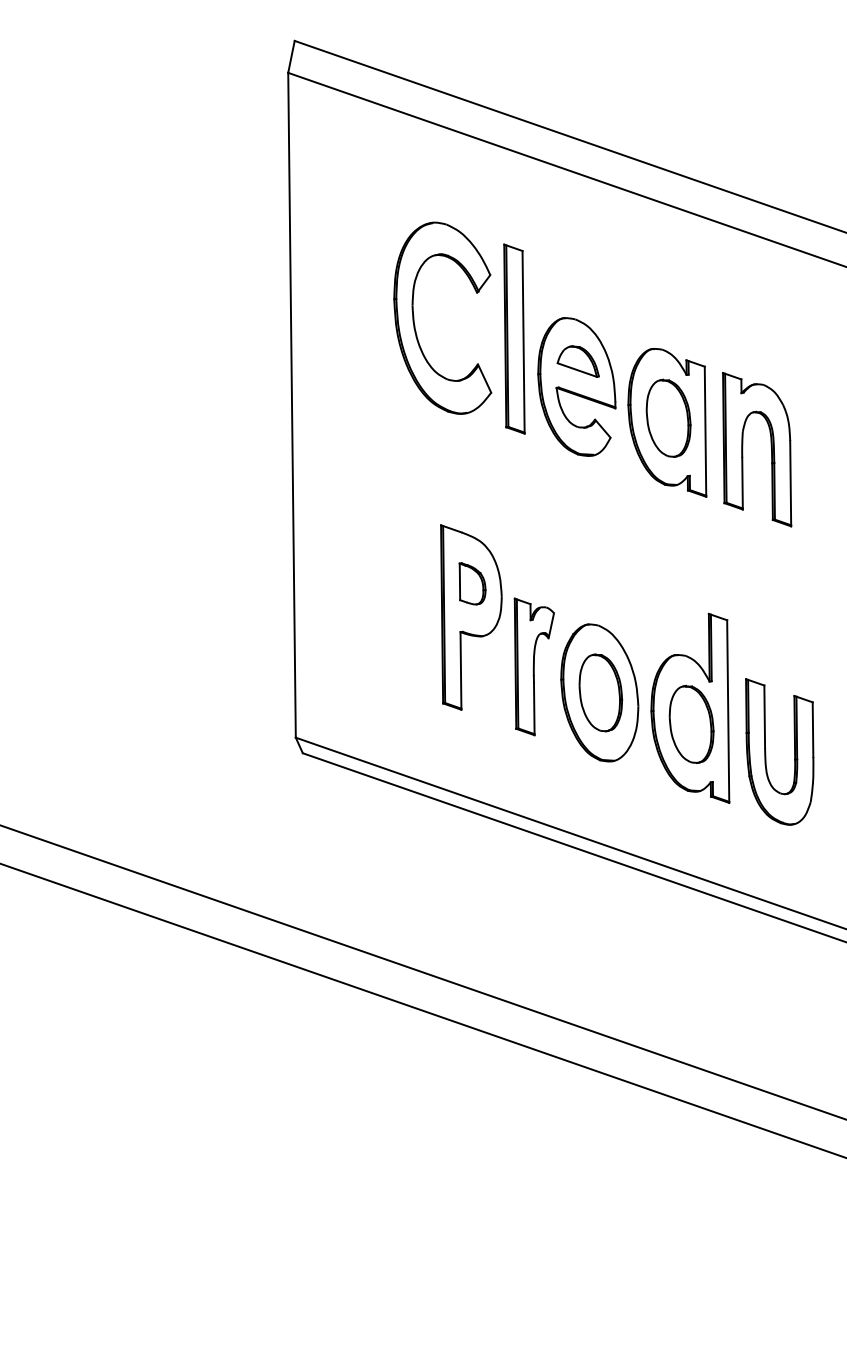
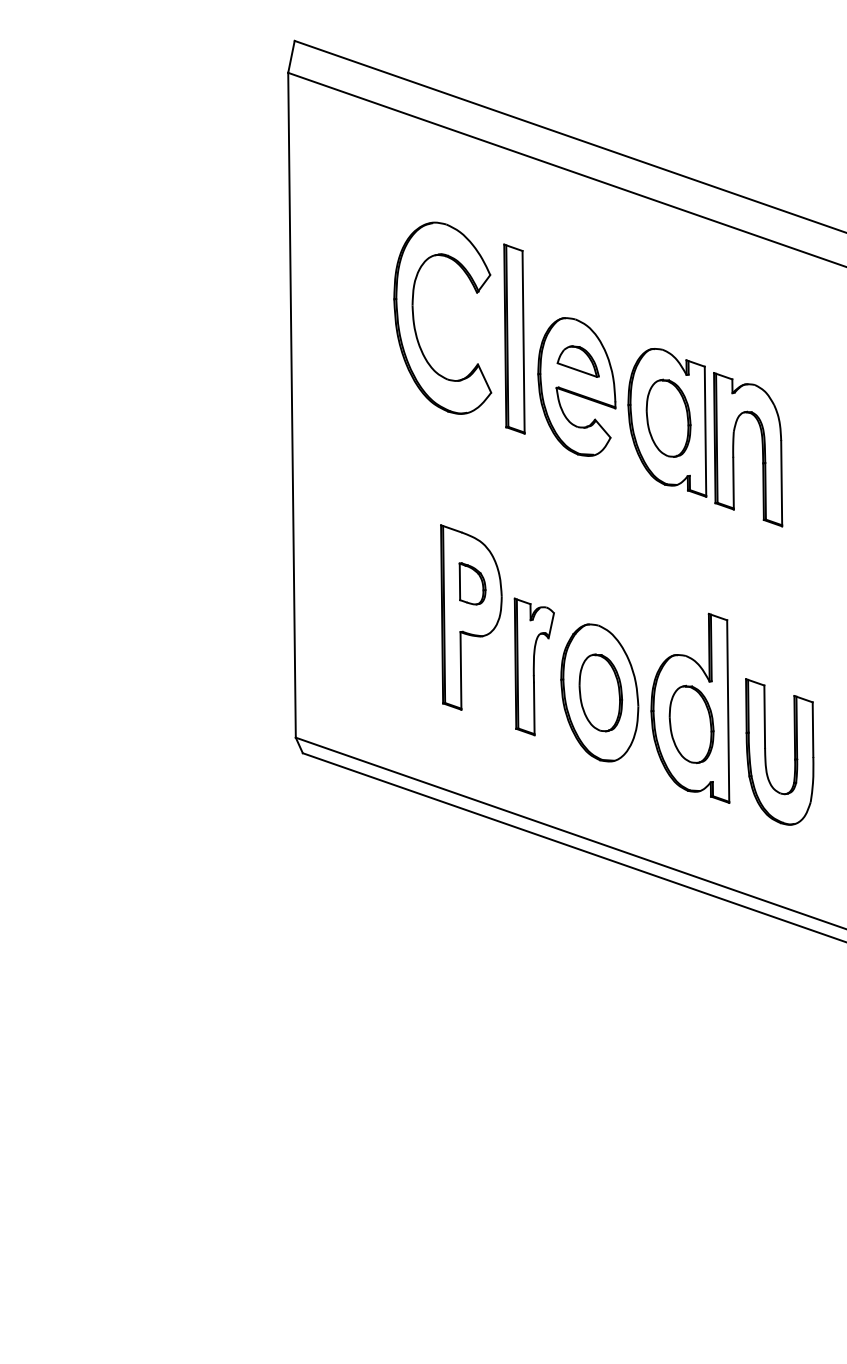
part at (770, 445) position: (770, 445) -> (761, 445)
line at (422, 972): present -> none
line at (422, 1010): present -> none
